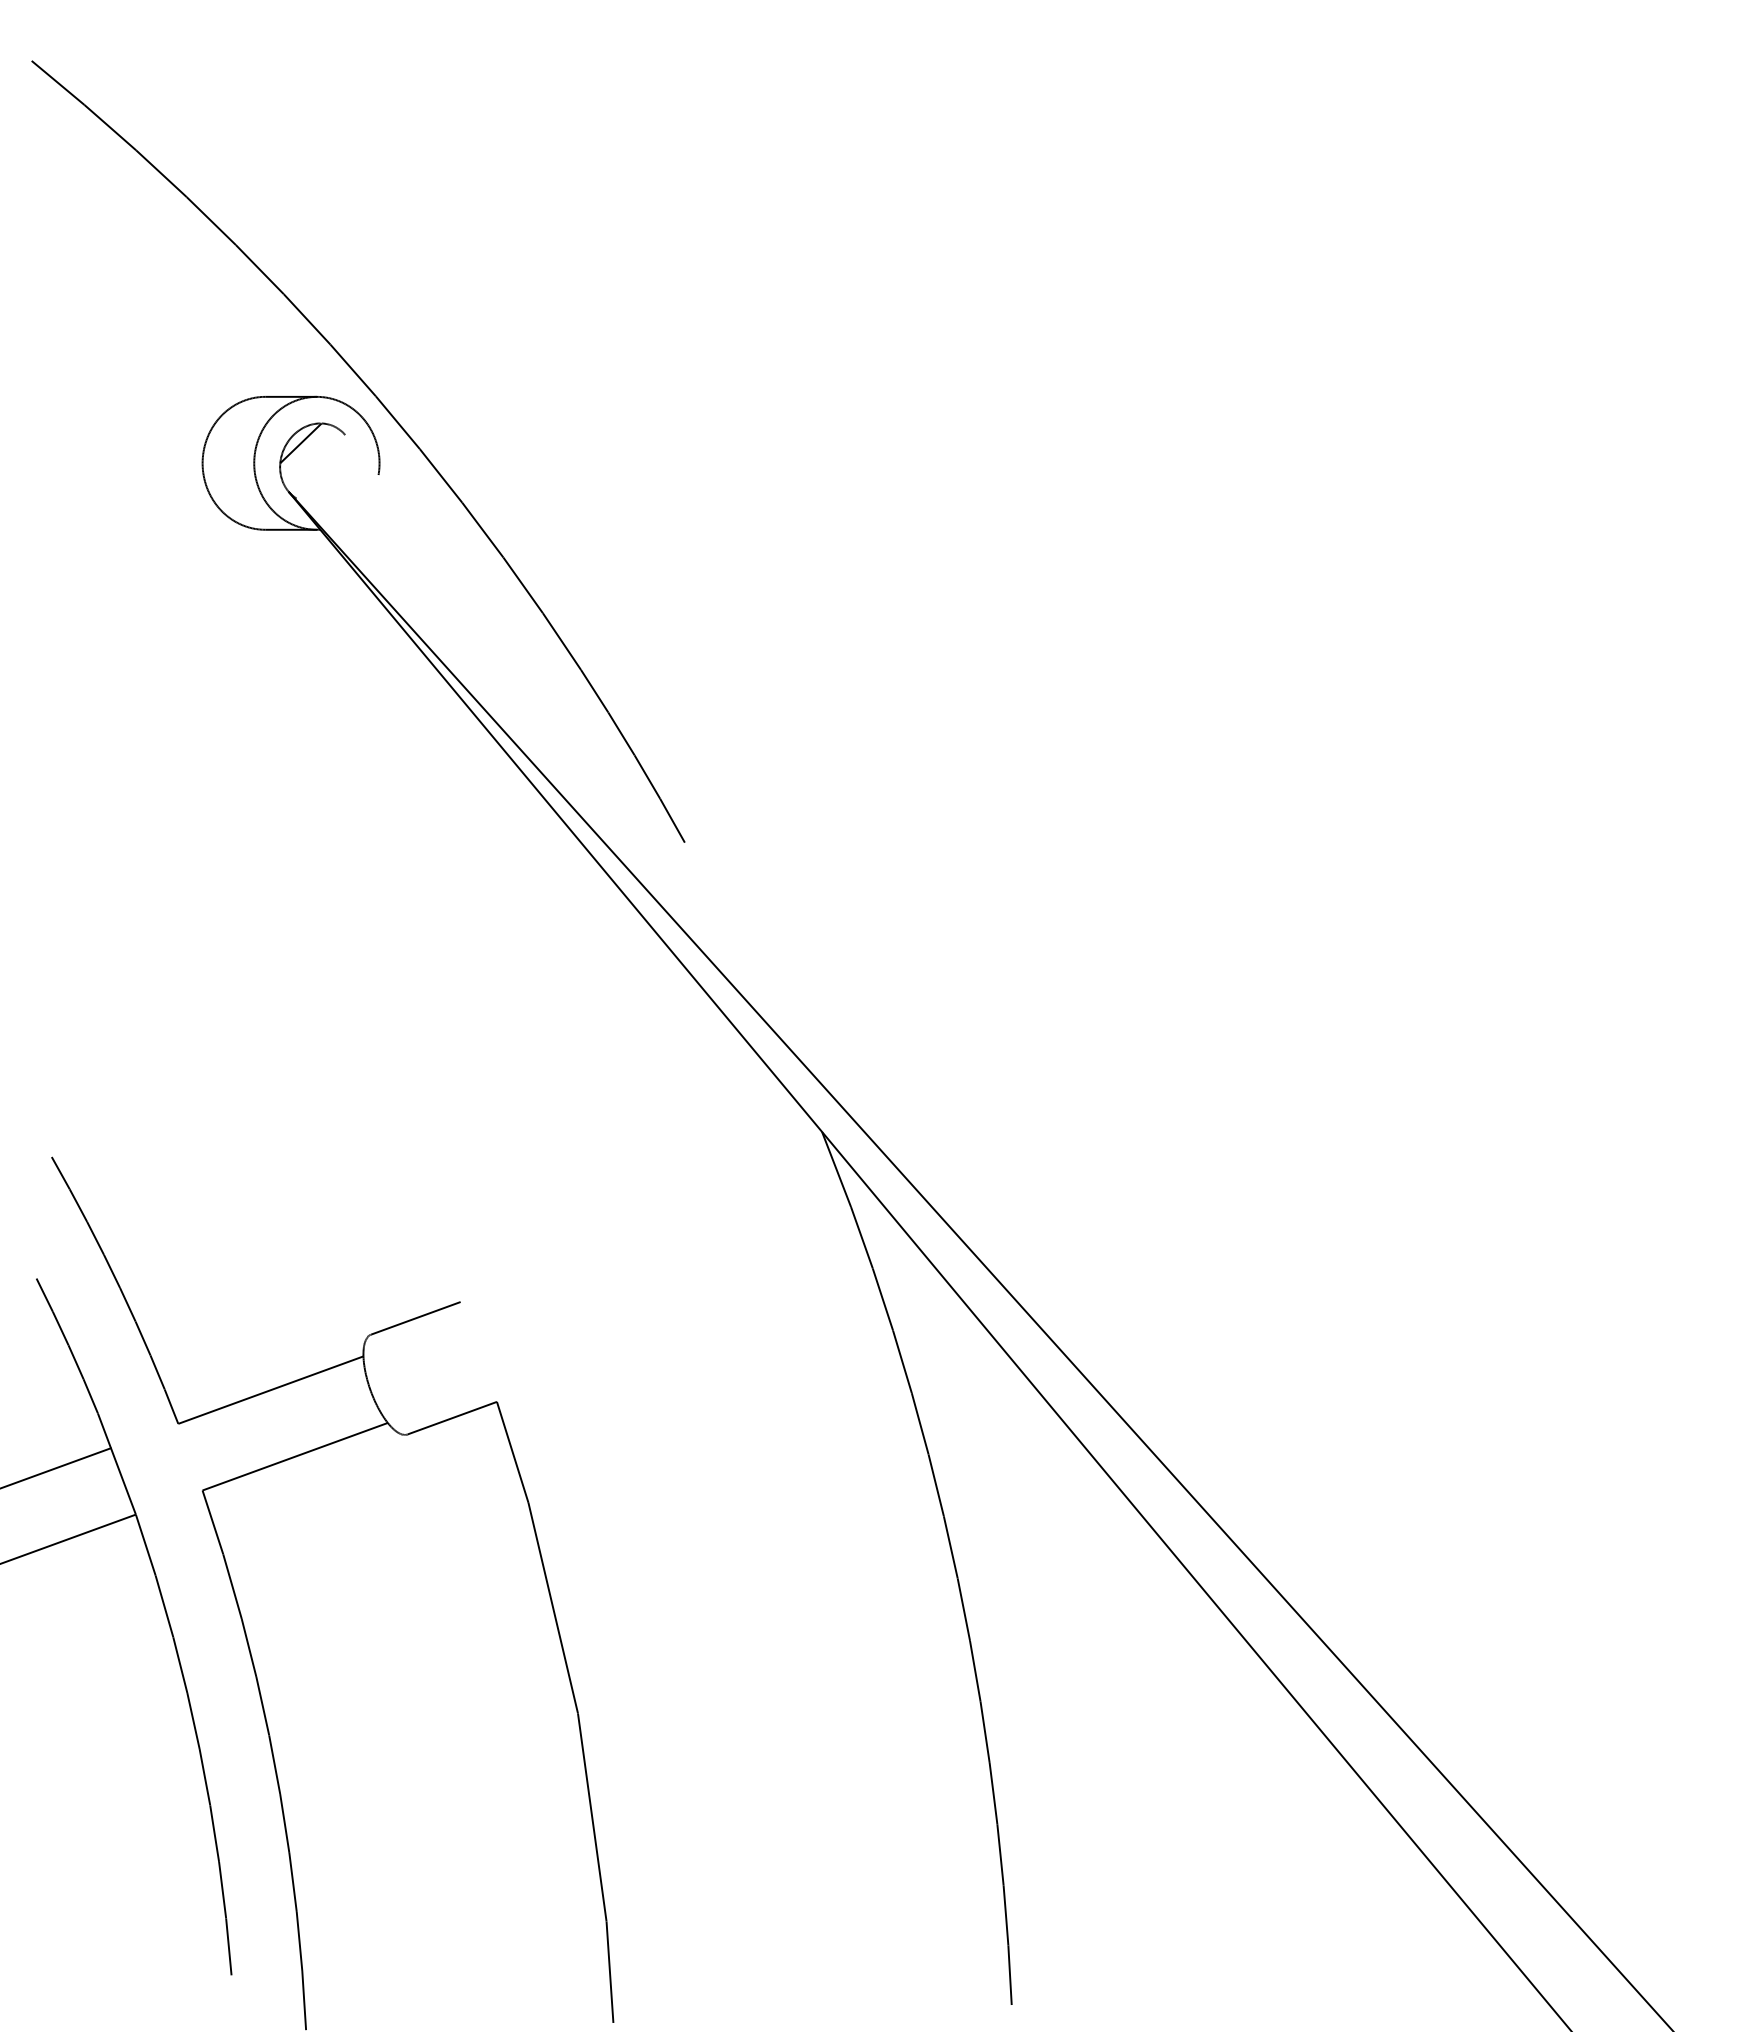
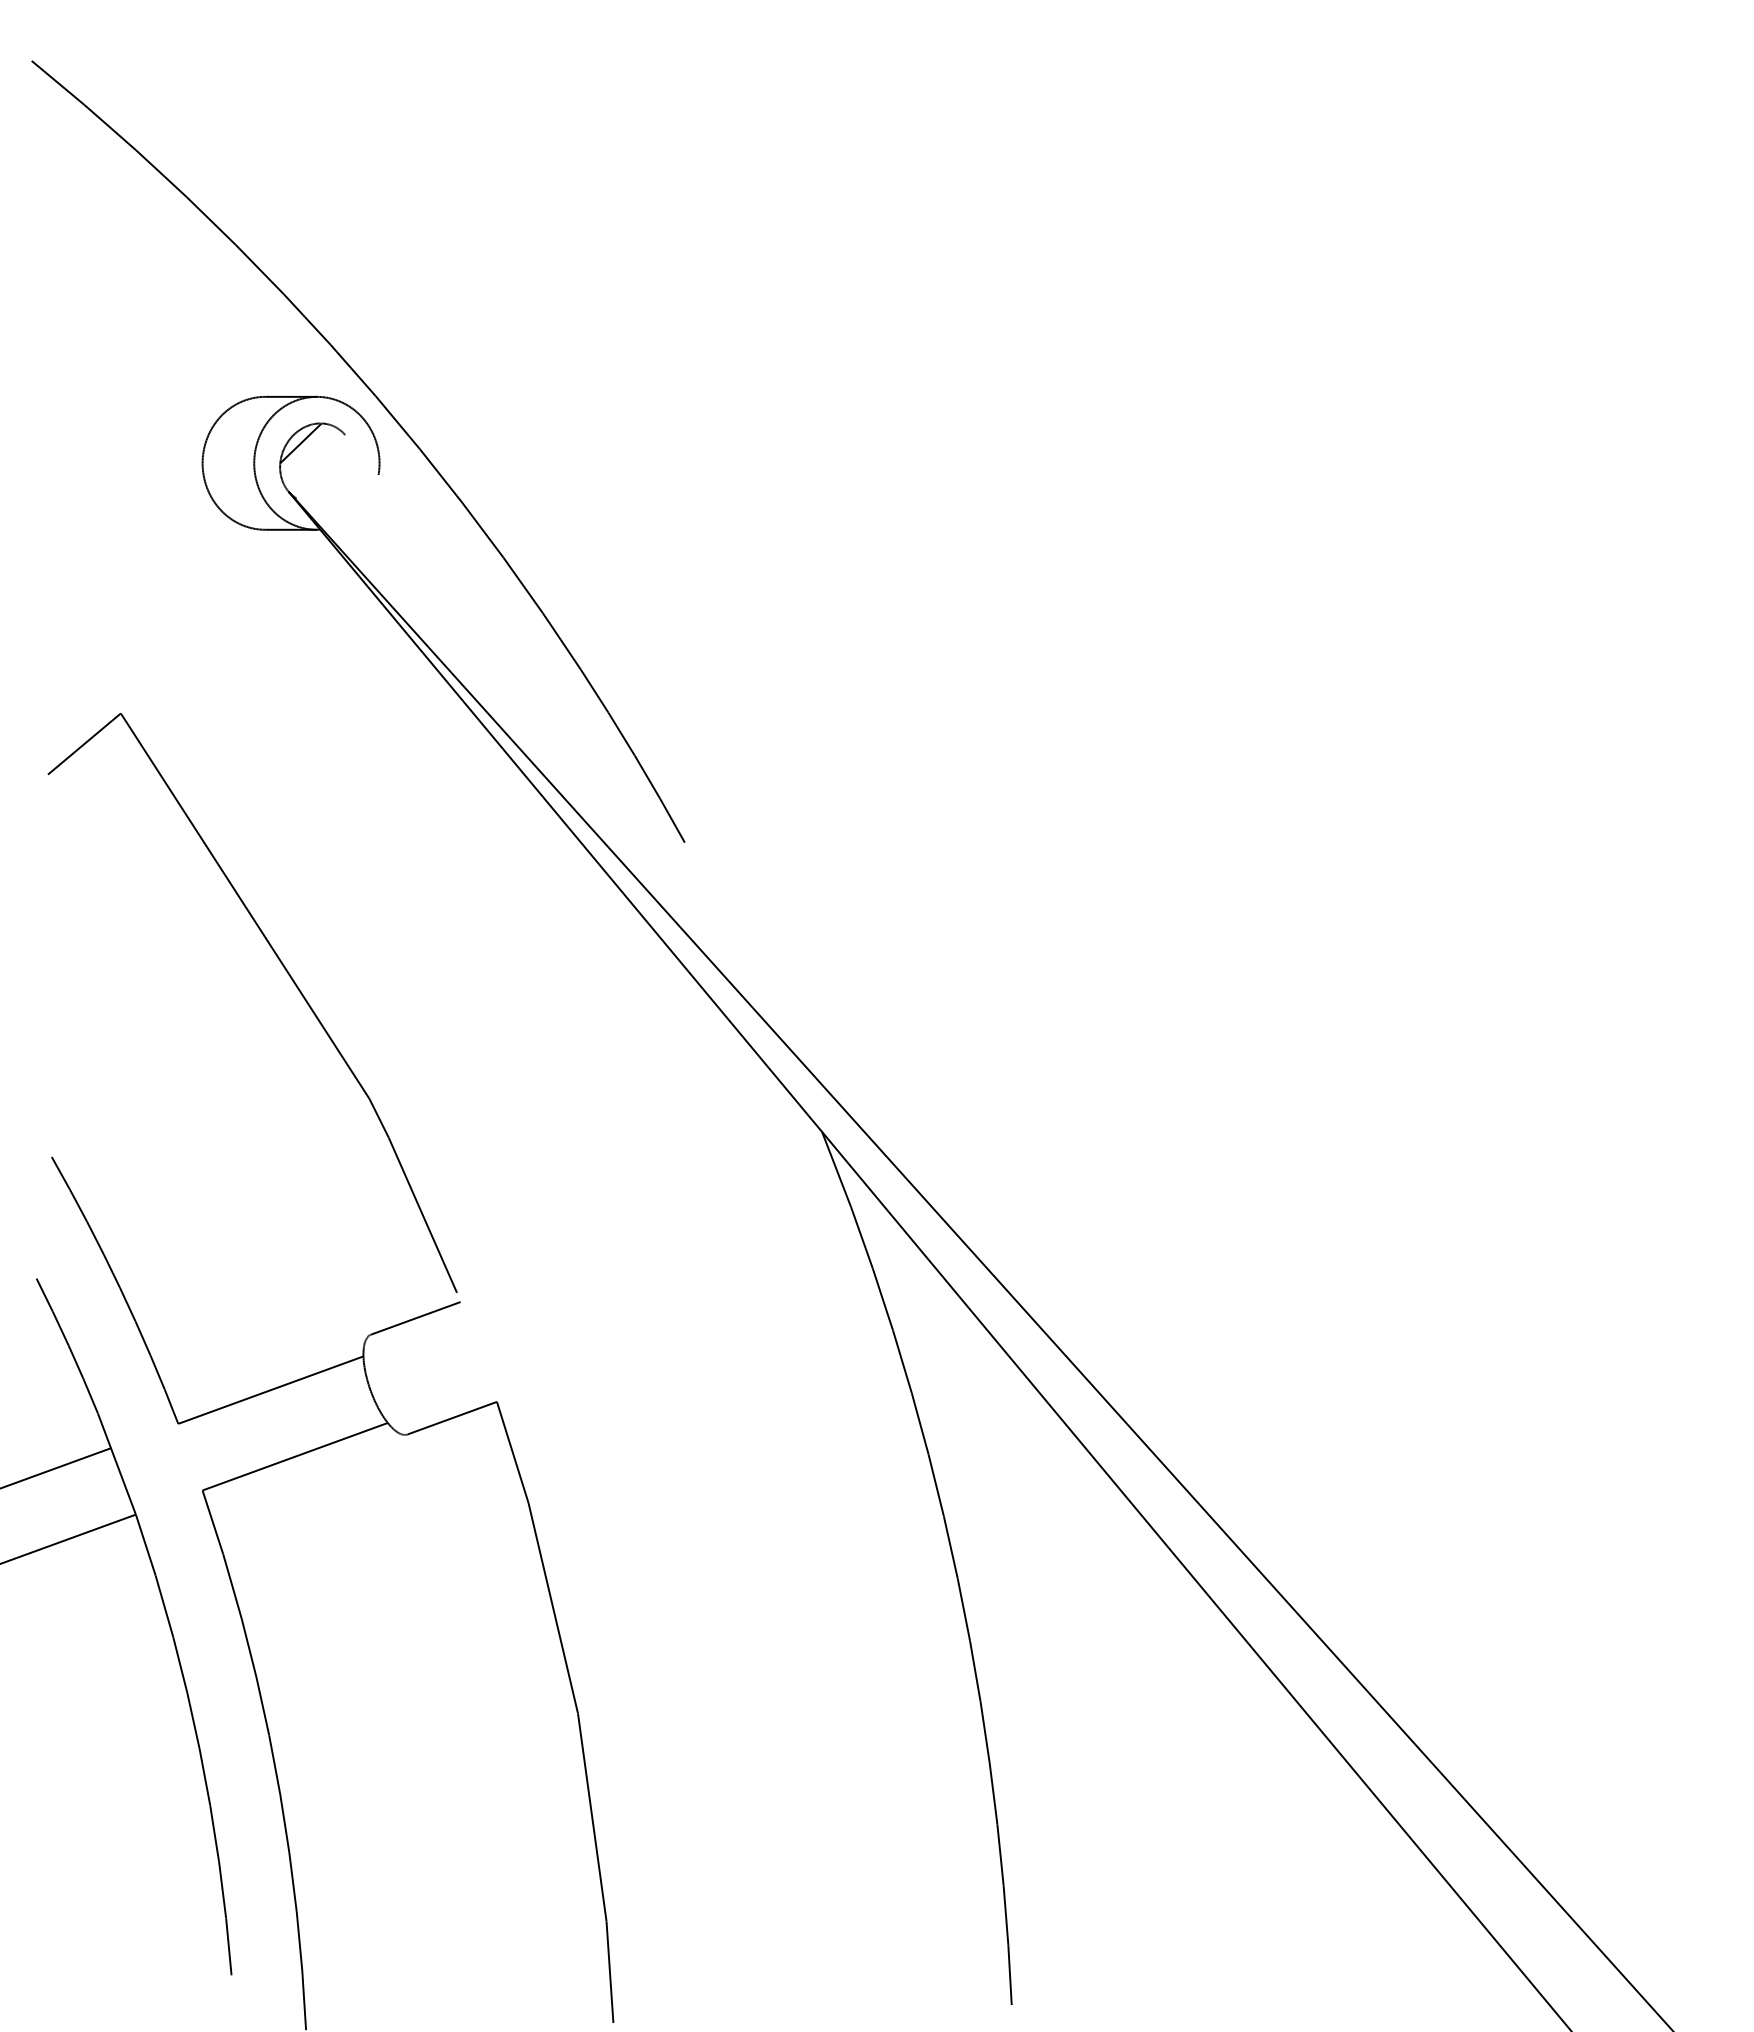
part at (290, 978): none -> present
